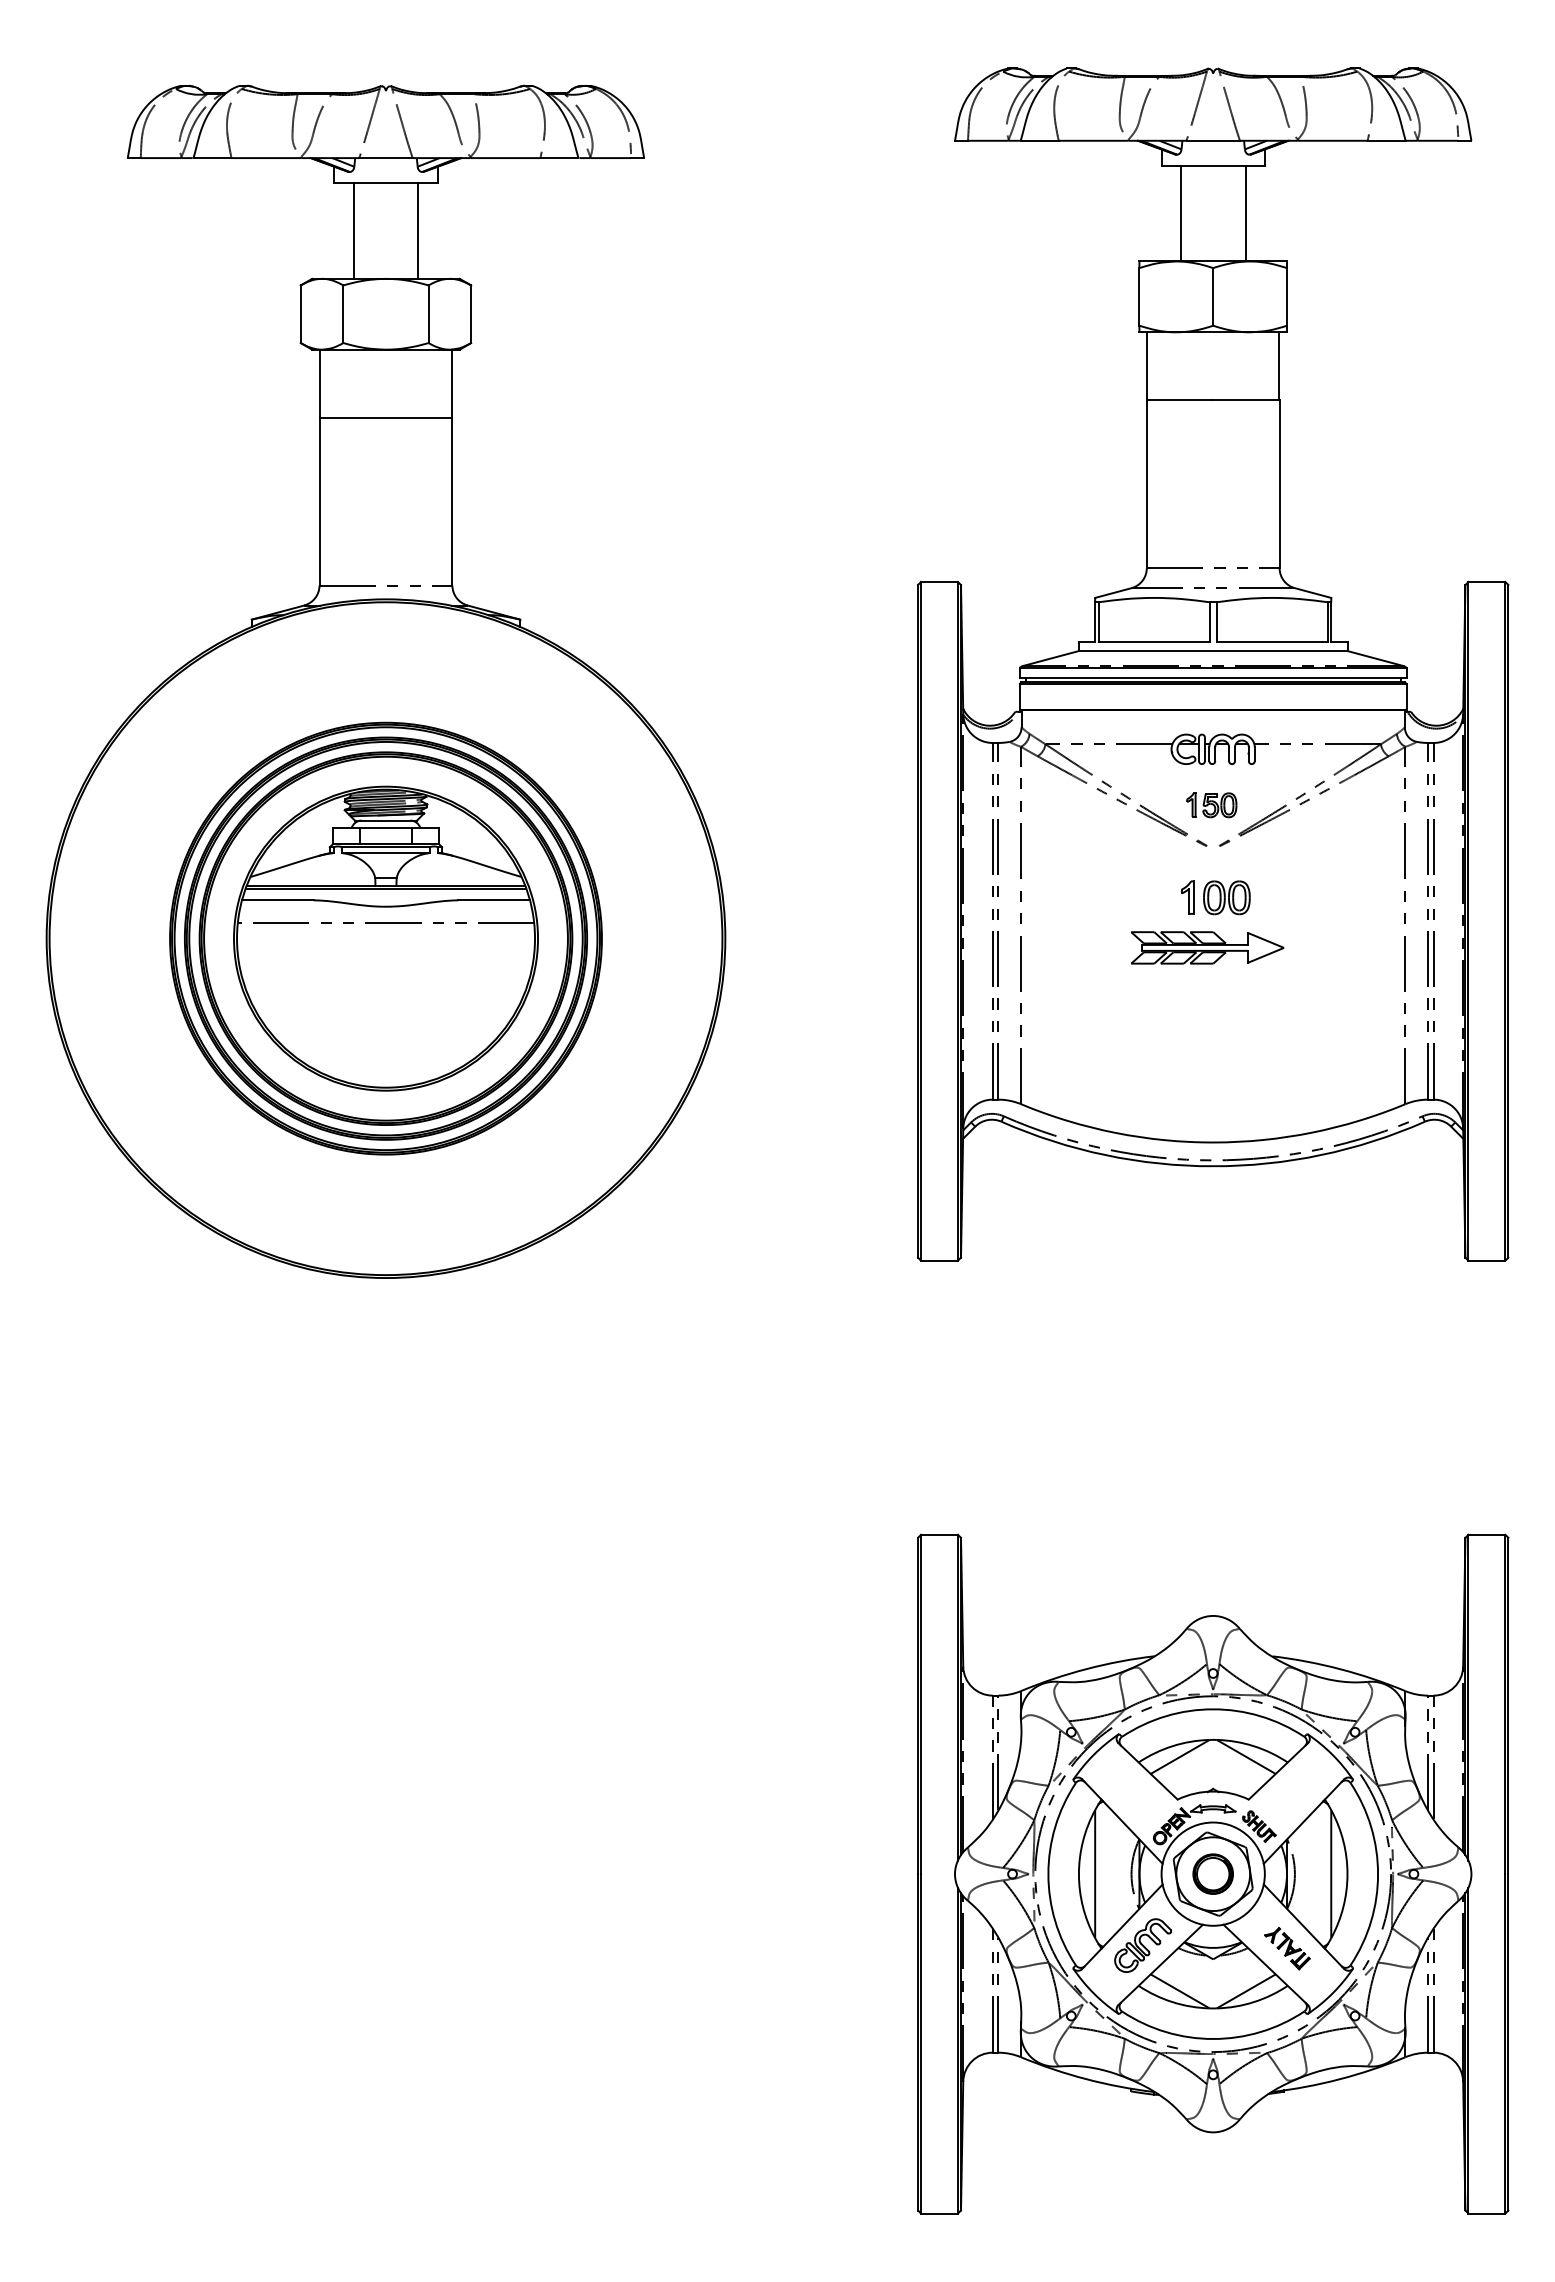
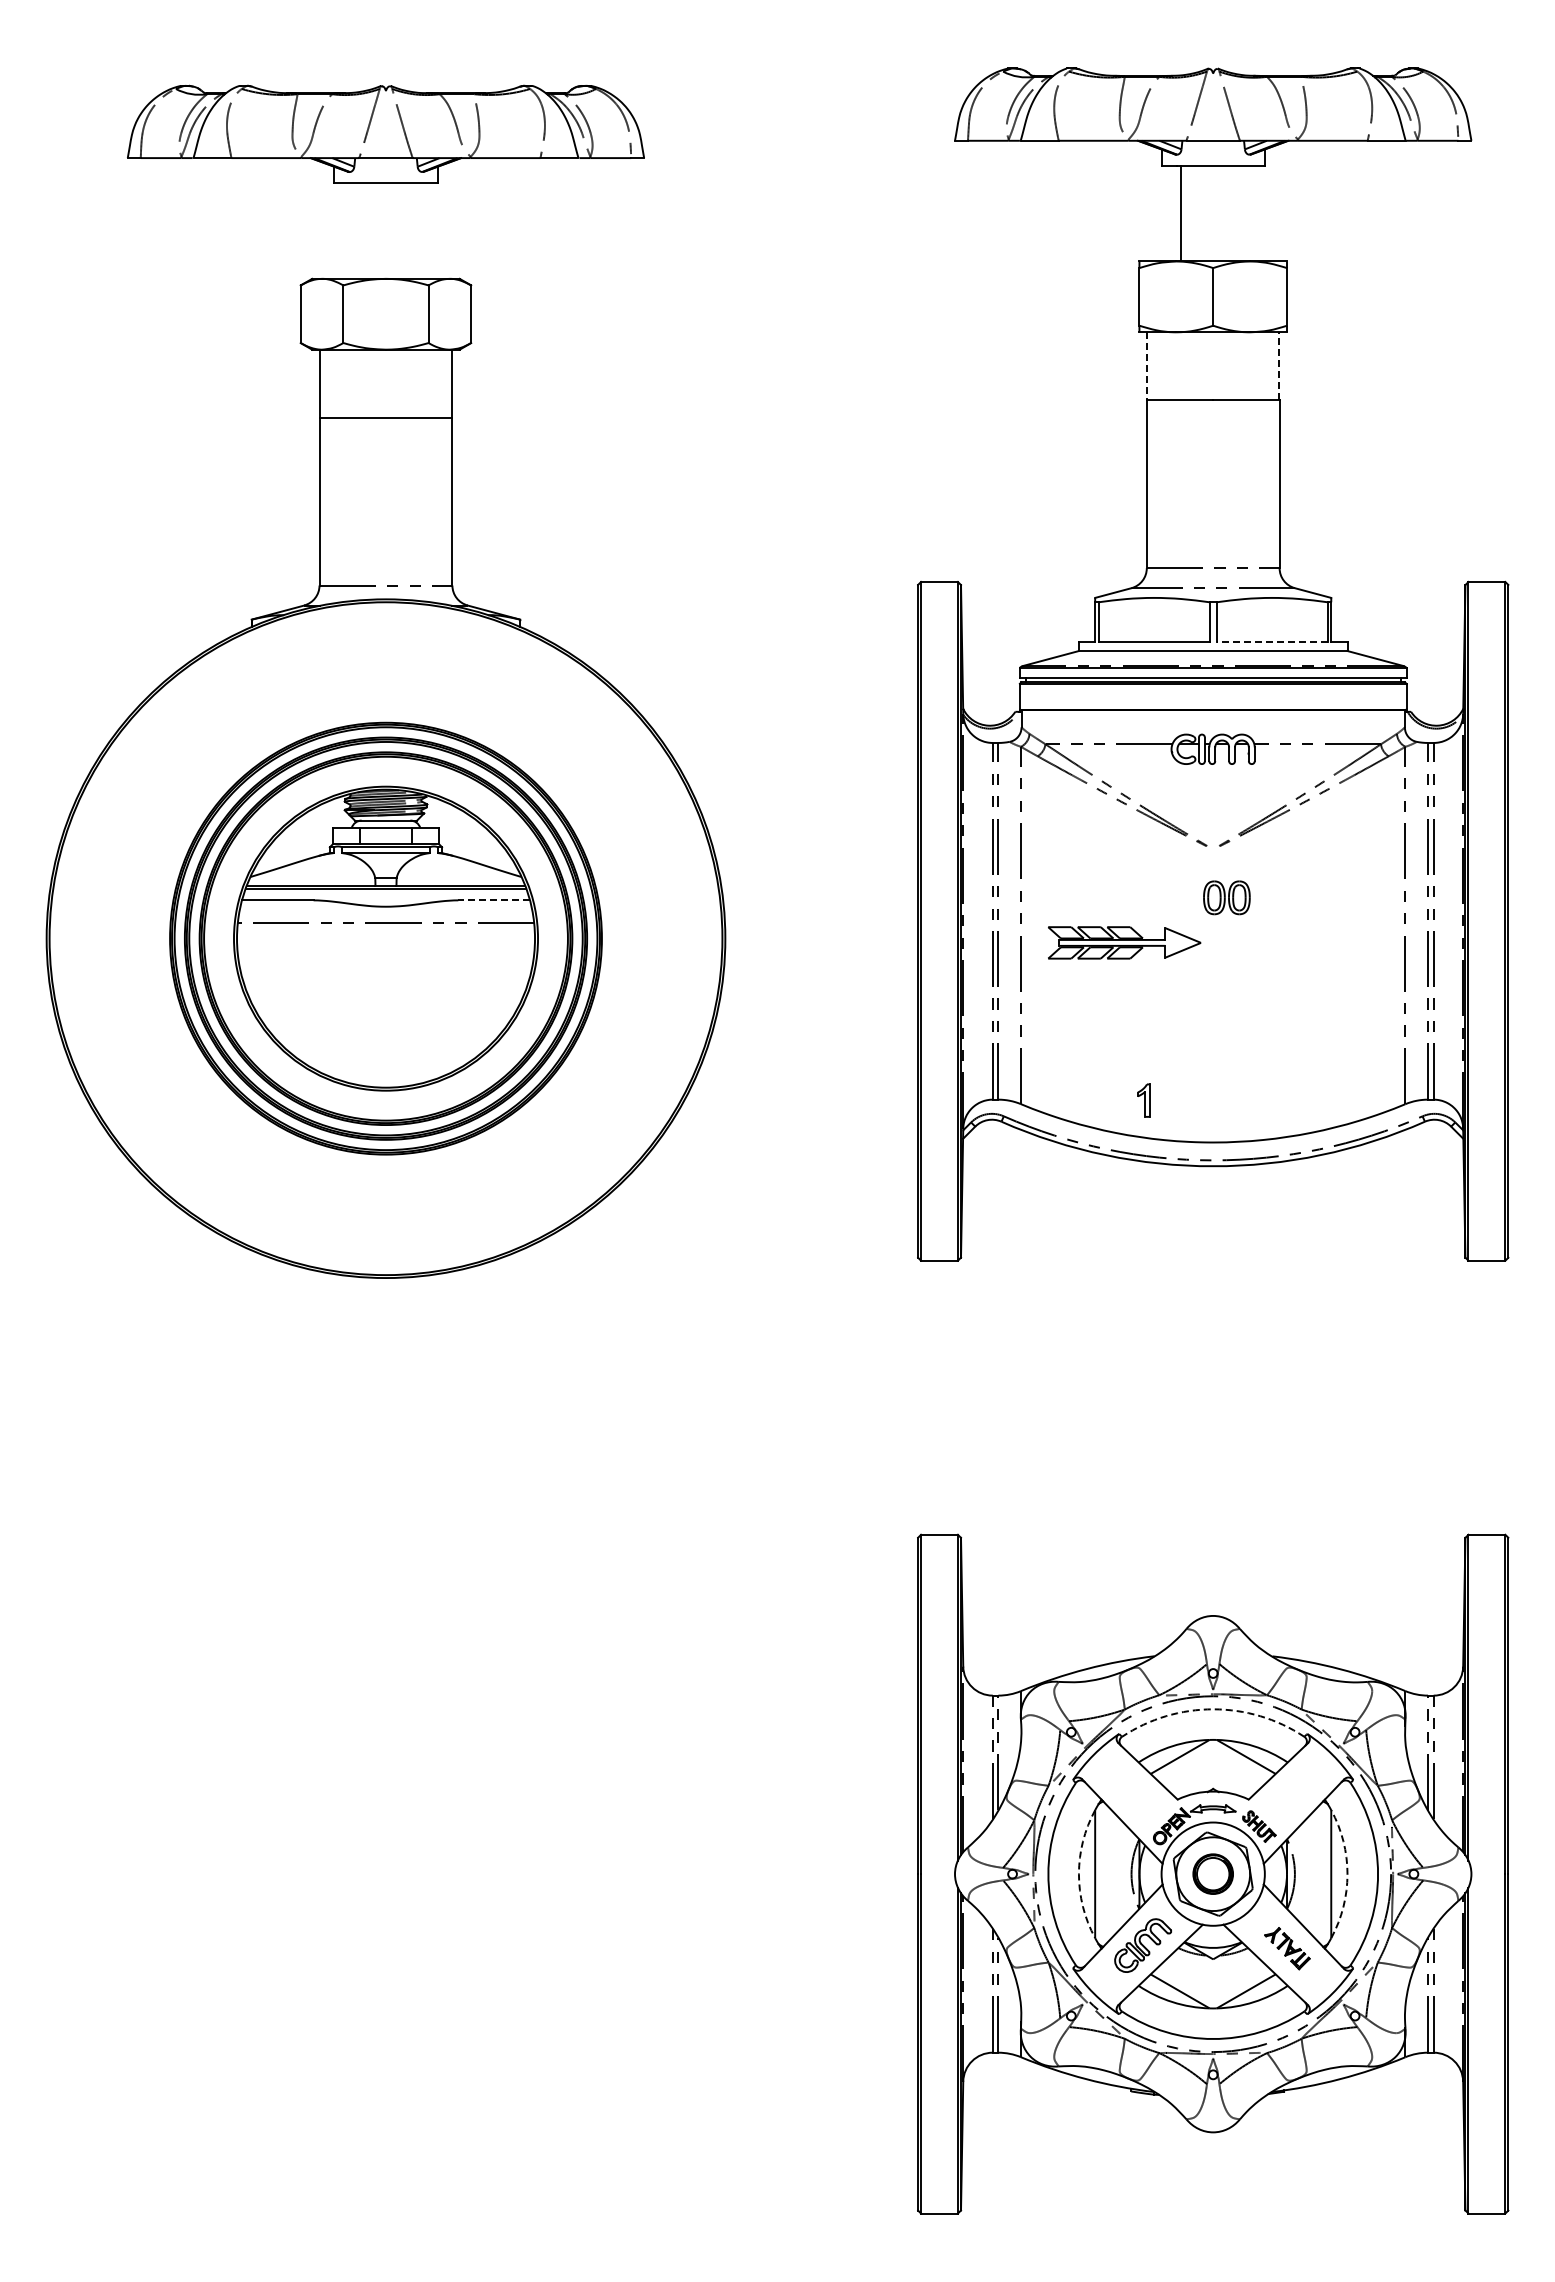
line at (1245, 213): present -> none
line at (353, 230): present -> none
line at (418, 230): present -> none
line at (1147, 366): solid -> dashed
line at (1279, 366): solid -> dashed
line at (1271, 642): solid -> dashed
part at (1211, 805): present -> none
part at (1187, 897) position: (1187, 897) -> (1143, 1100)
line at (494, 900): solid -> dashed
part at (1207, 947) position: (1207, 947) -> (1124, 942)
arc at (1213, 1709): solid -> dashed
arc at (1078, 1874): solid -> dashed
arc at (1347, 1874): solid -> dashed
